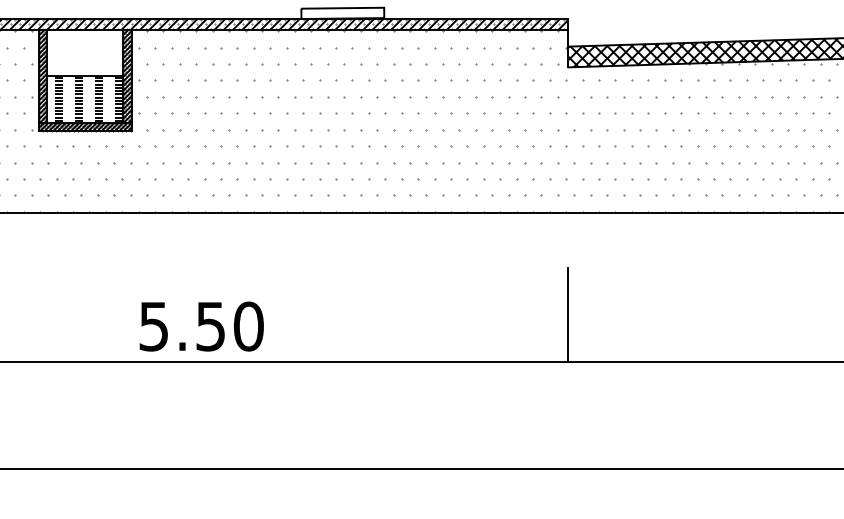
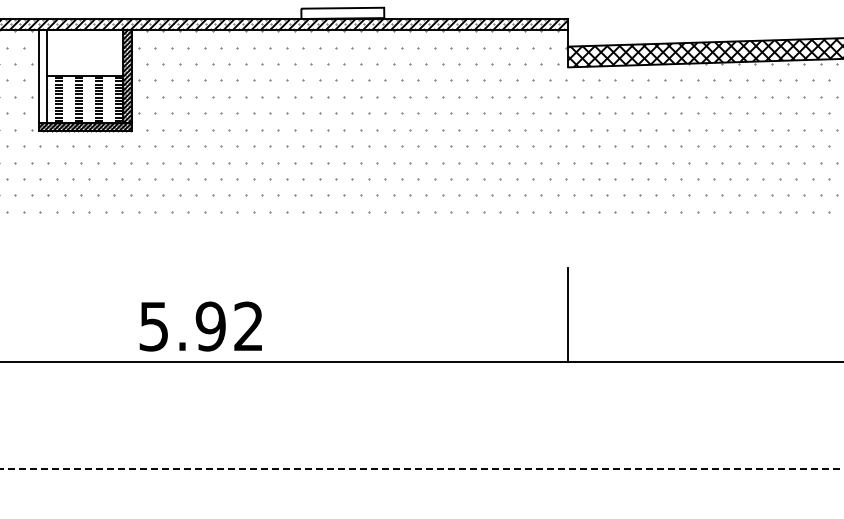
hatch at (42, 76): present -> none
line at (421, 213): present -> none
text at (229, 326): 5.50 -> 5.92
line at (422, 469): solid -> dashed
